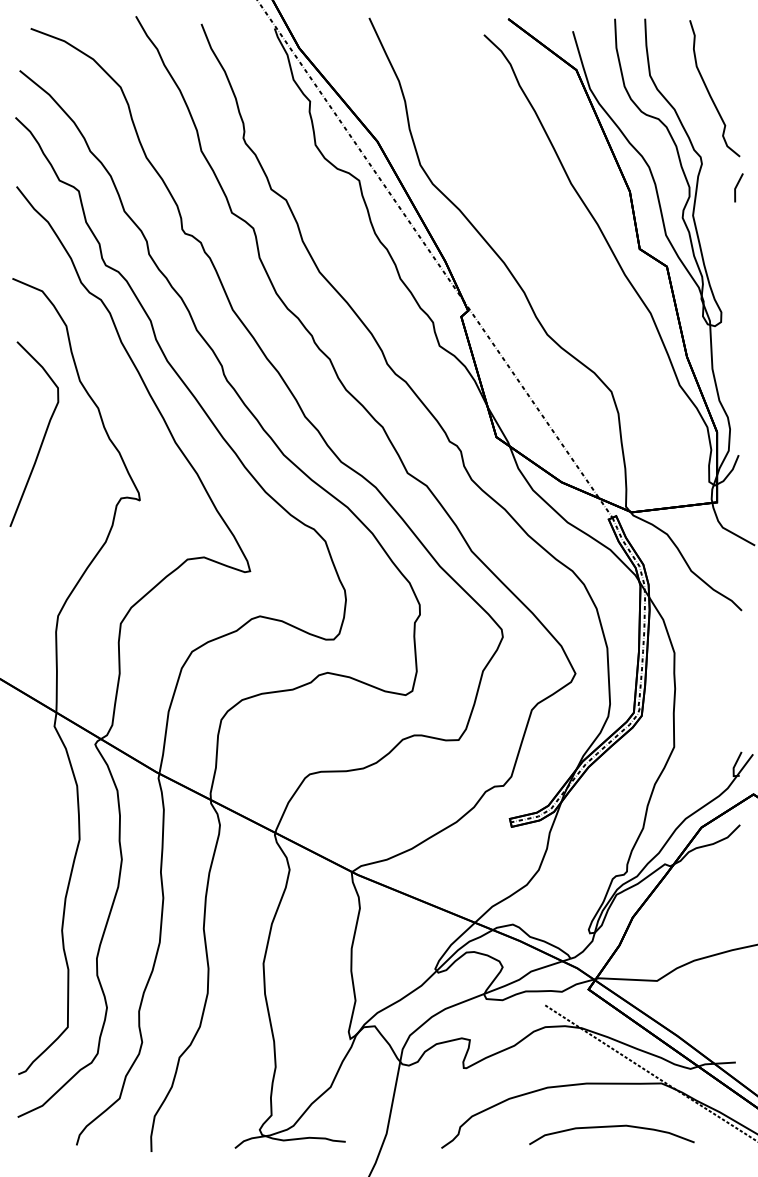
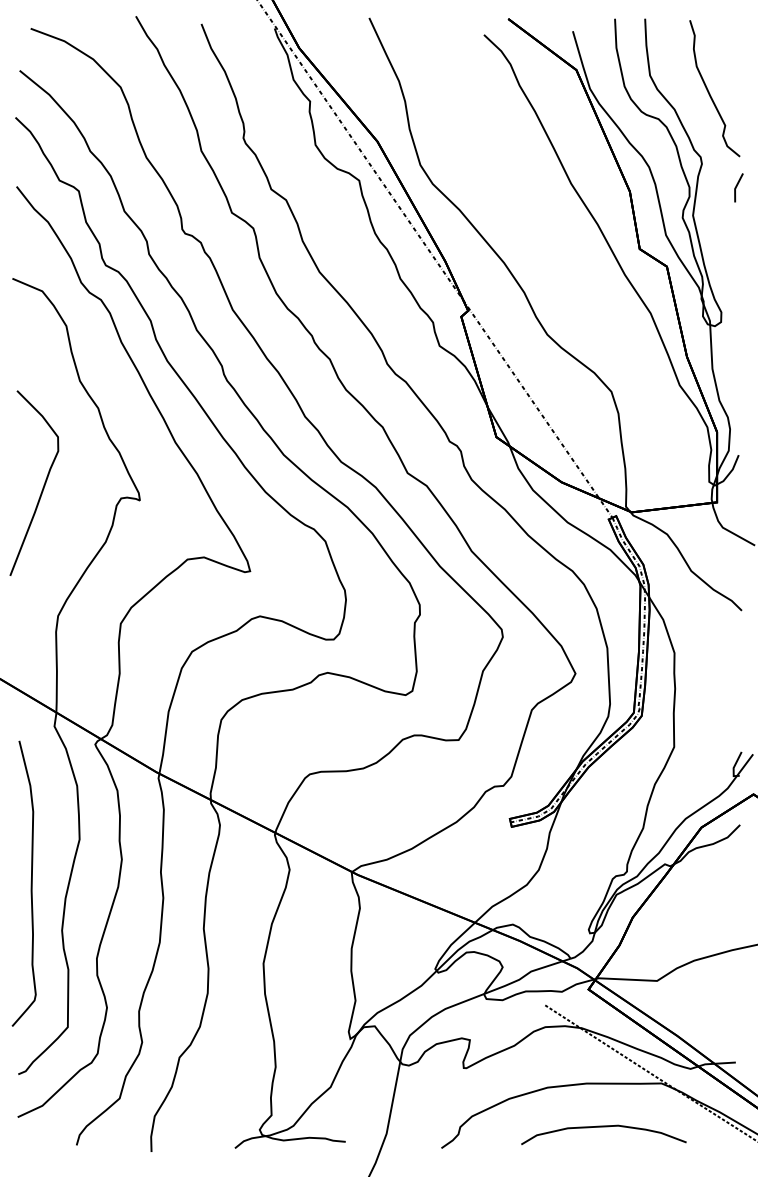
curve at (43, 435) position: (43, 435) -> (43, 484)
curve at (30, 883): none -> present
curve at (611, 1127) position: (611, 1127) -> (603, 1127)
